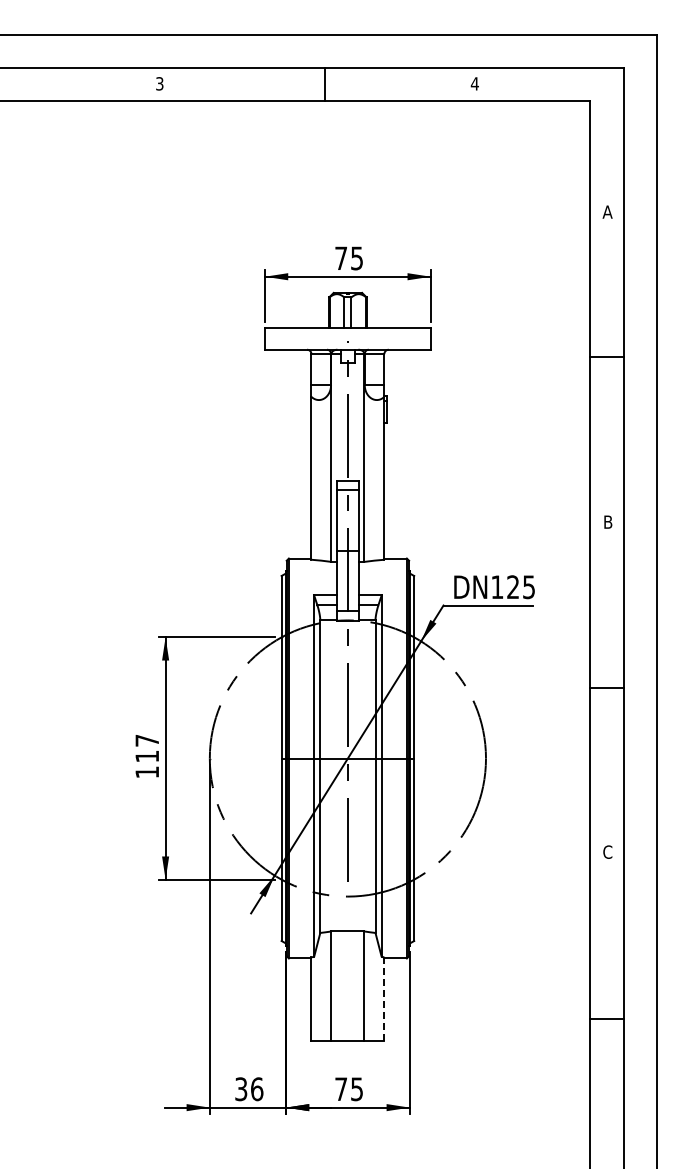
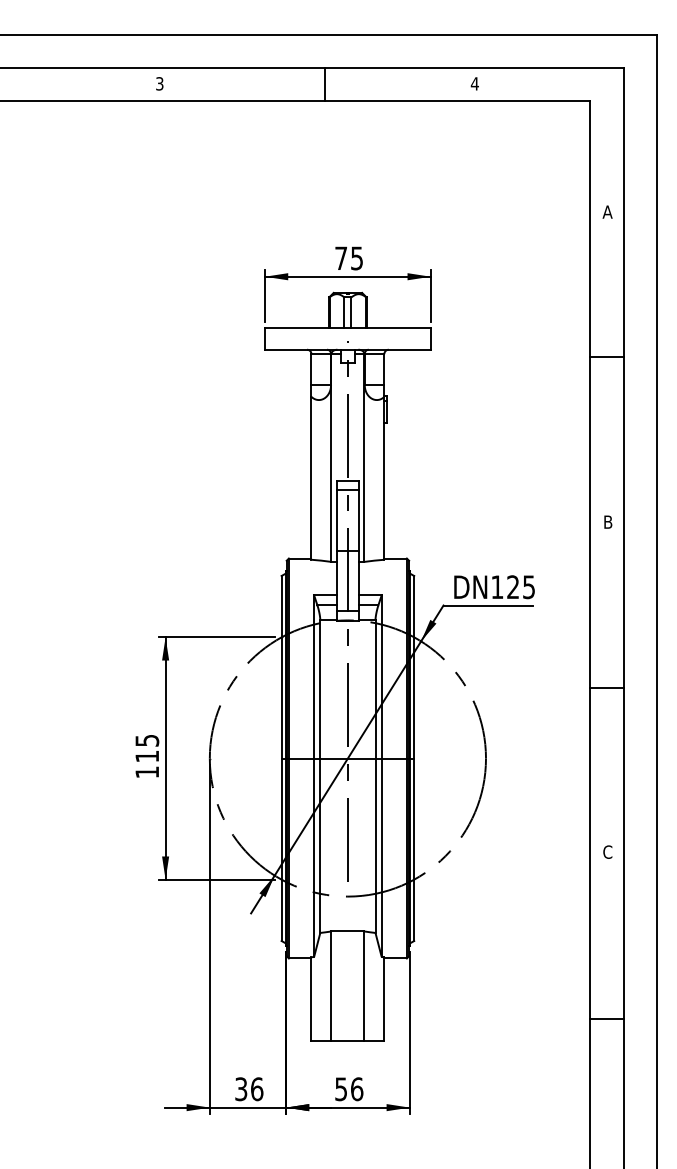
text at (147, 740): 117 -> 115
line at (384, 999): dashed -> solid
text at (349, 1089): 75 -> 56
